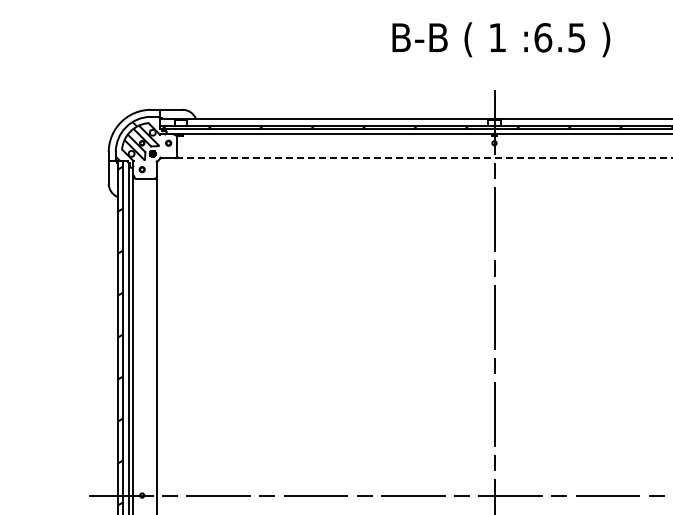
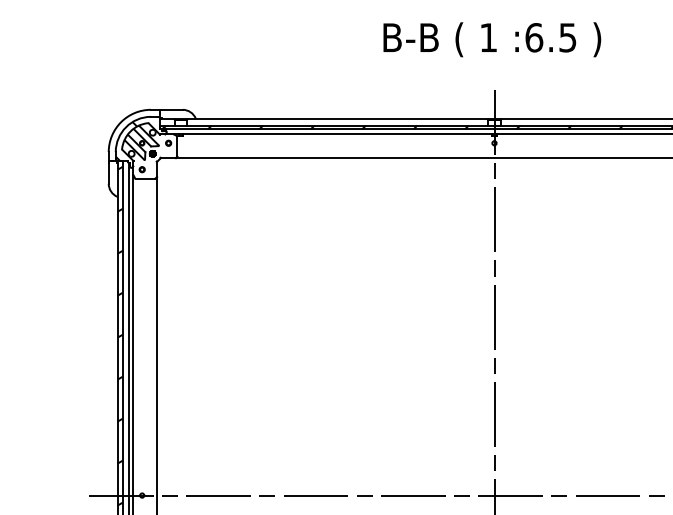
text at (501, 39) position: (501, 39) -> (492, 39)
line at (424, 158): dashed -> solid
